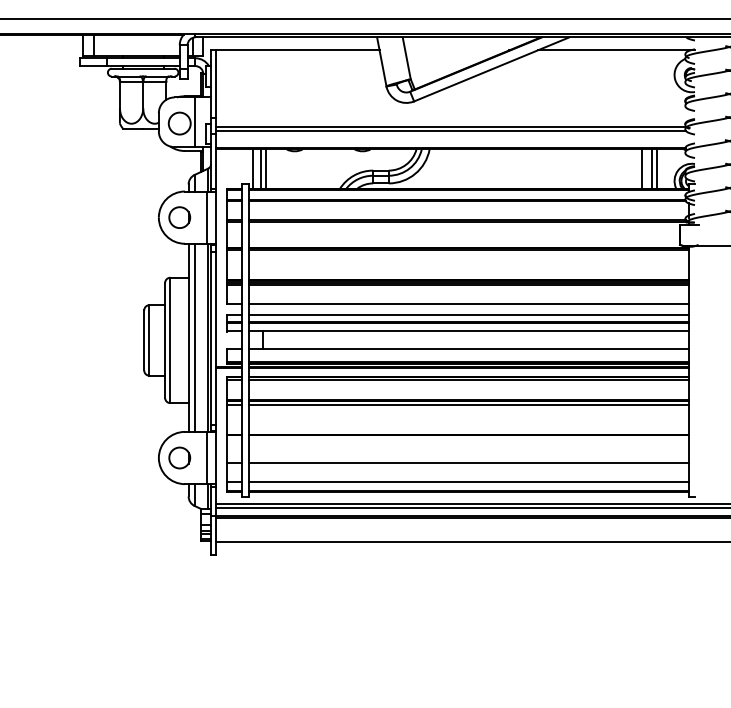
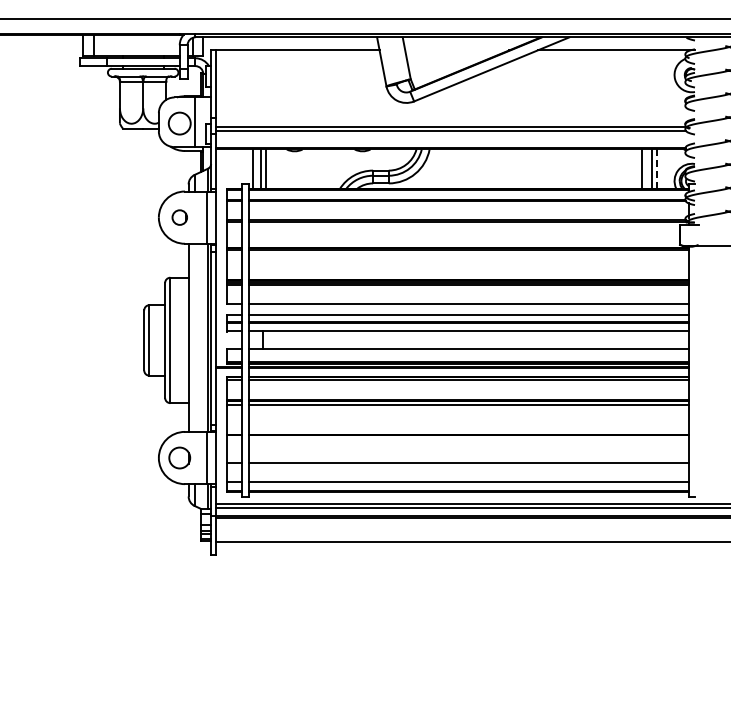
line at (656, 169): solid -> dashed
part at (179, 217) size: 24x23 px -> 17x17 px
line at (194, 337): present -> none
